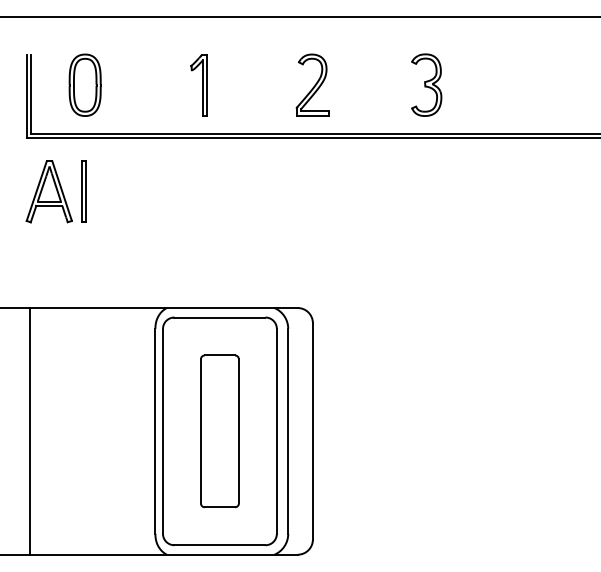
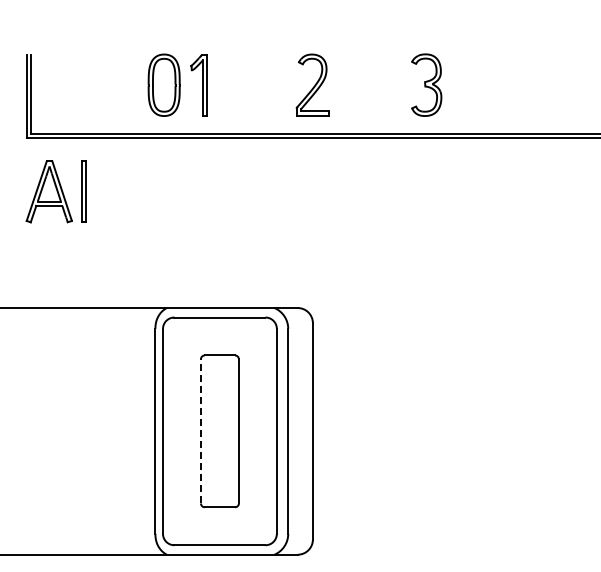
line at (299, 17): present -> none
part at (84, 84) position: (84, 84) -> (163, 84)
line at (200, 430): solid -> dashed
line at (30, 431): present -> none
